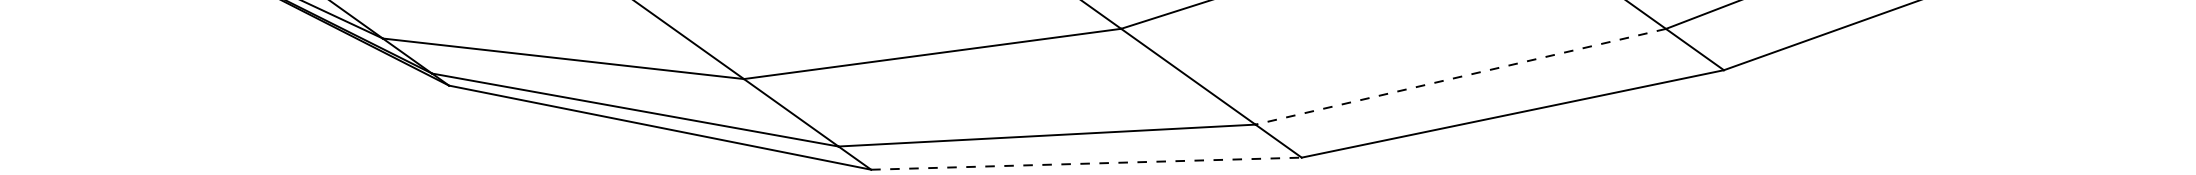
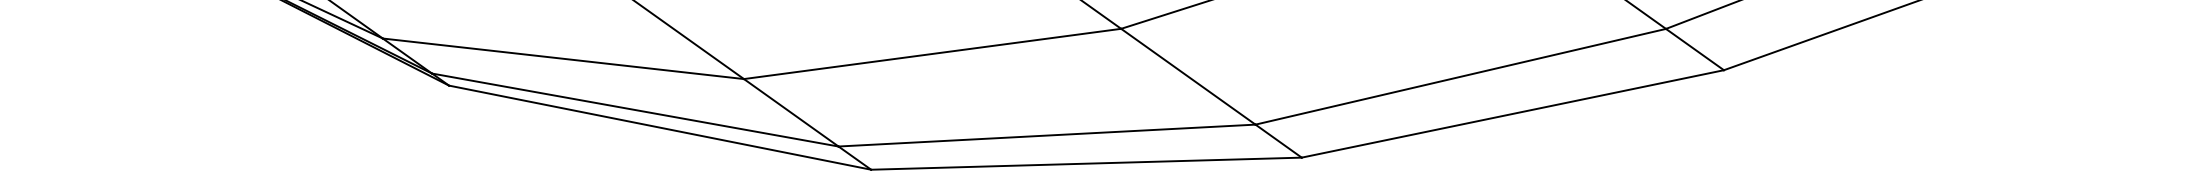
line at (1460, 76): dashed -> solid
line at (1086, 163): dashed -> solid
